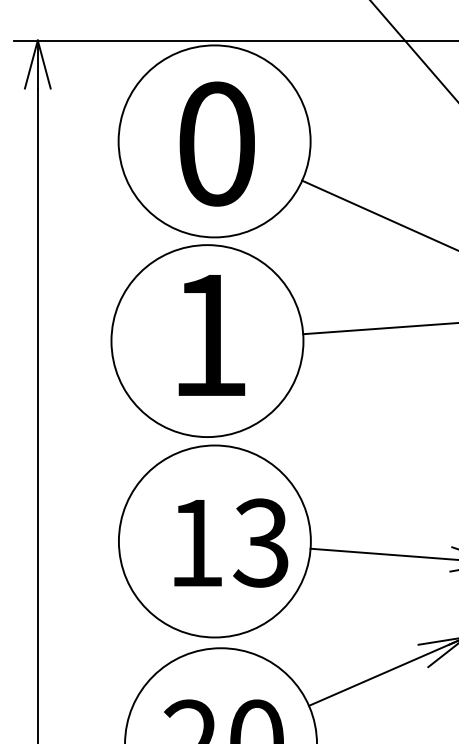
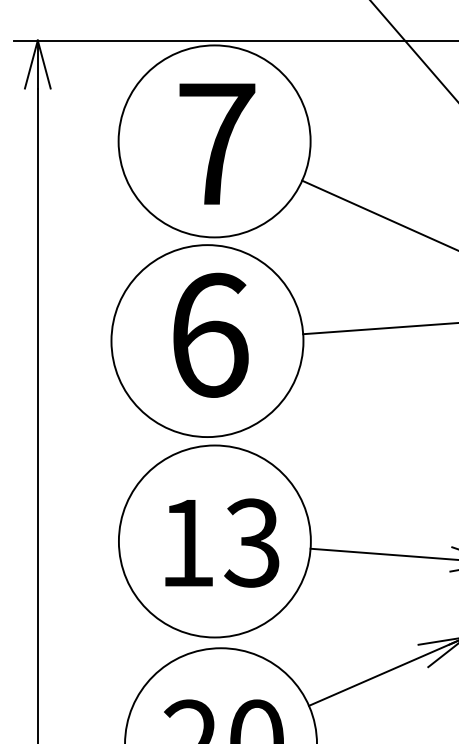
text at (217, 143): 0 -> 7
text at (210, 334): 1 -> 6
text at (231, 542) position: (231, 542) -> (222, 542)
